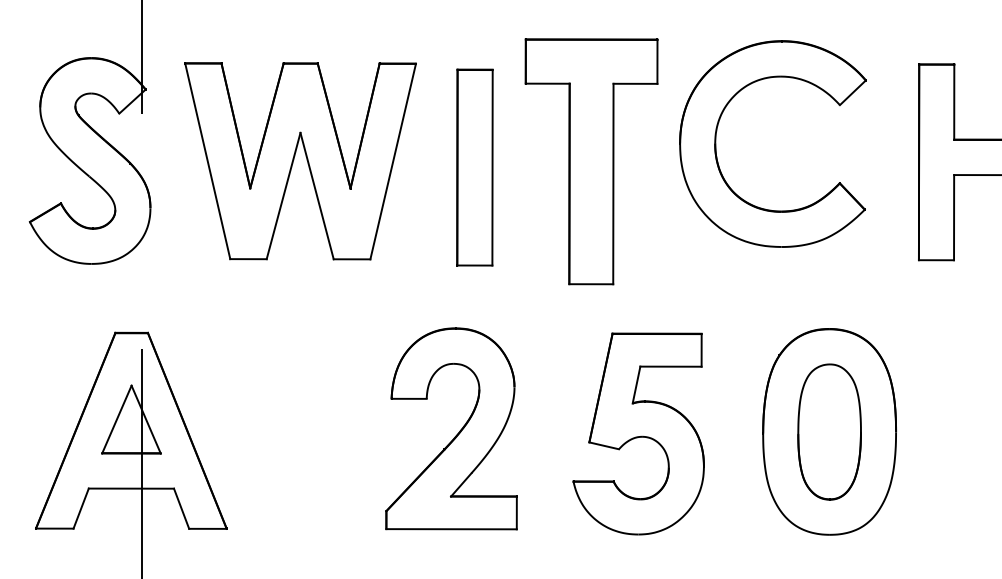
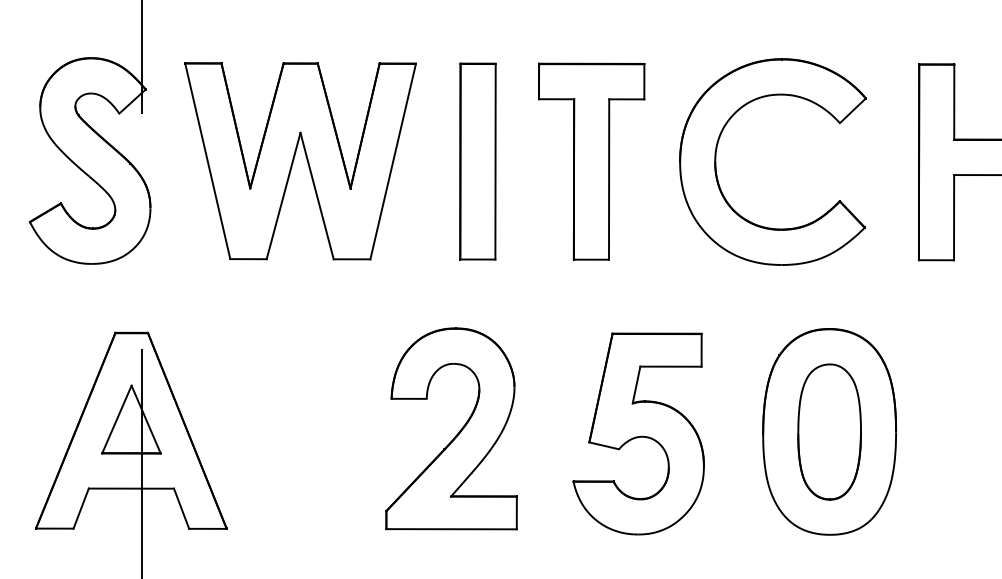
part at (716, 143) position: (716, 143) -> (716, 161)
part at (591, 161) size: 135x248 px -> 108x199 px
part at (474, 167) position: (474, 167) -> (477, 161)
